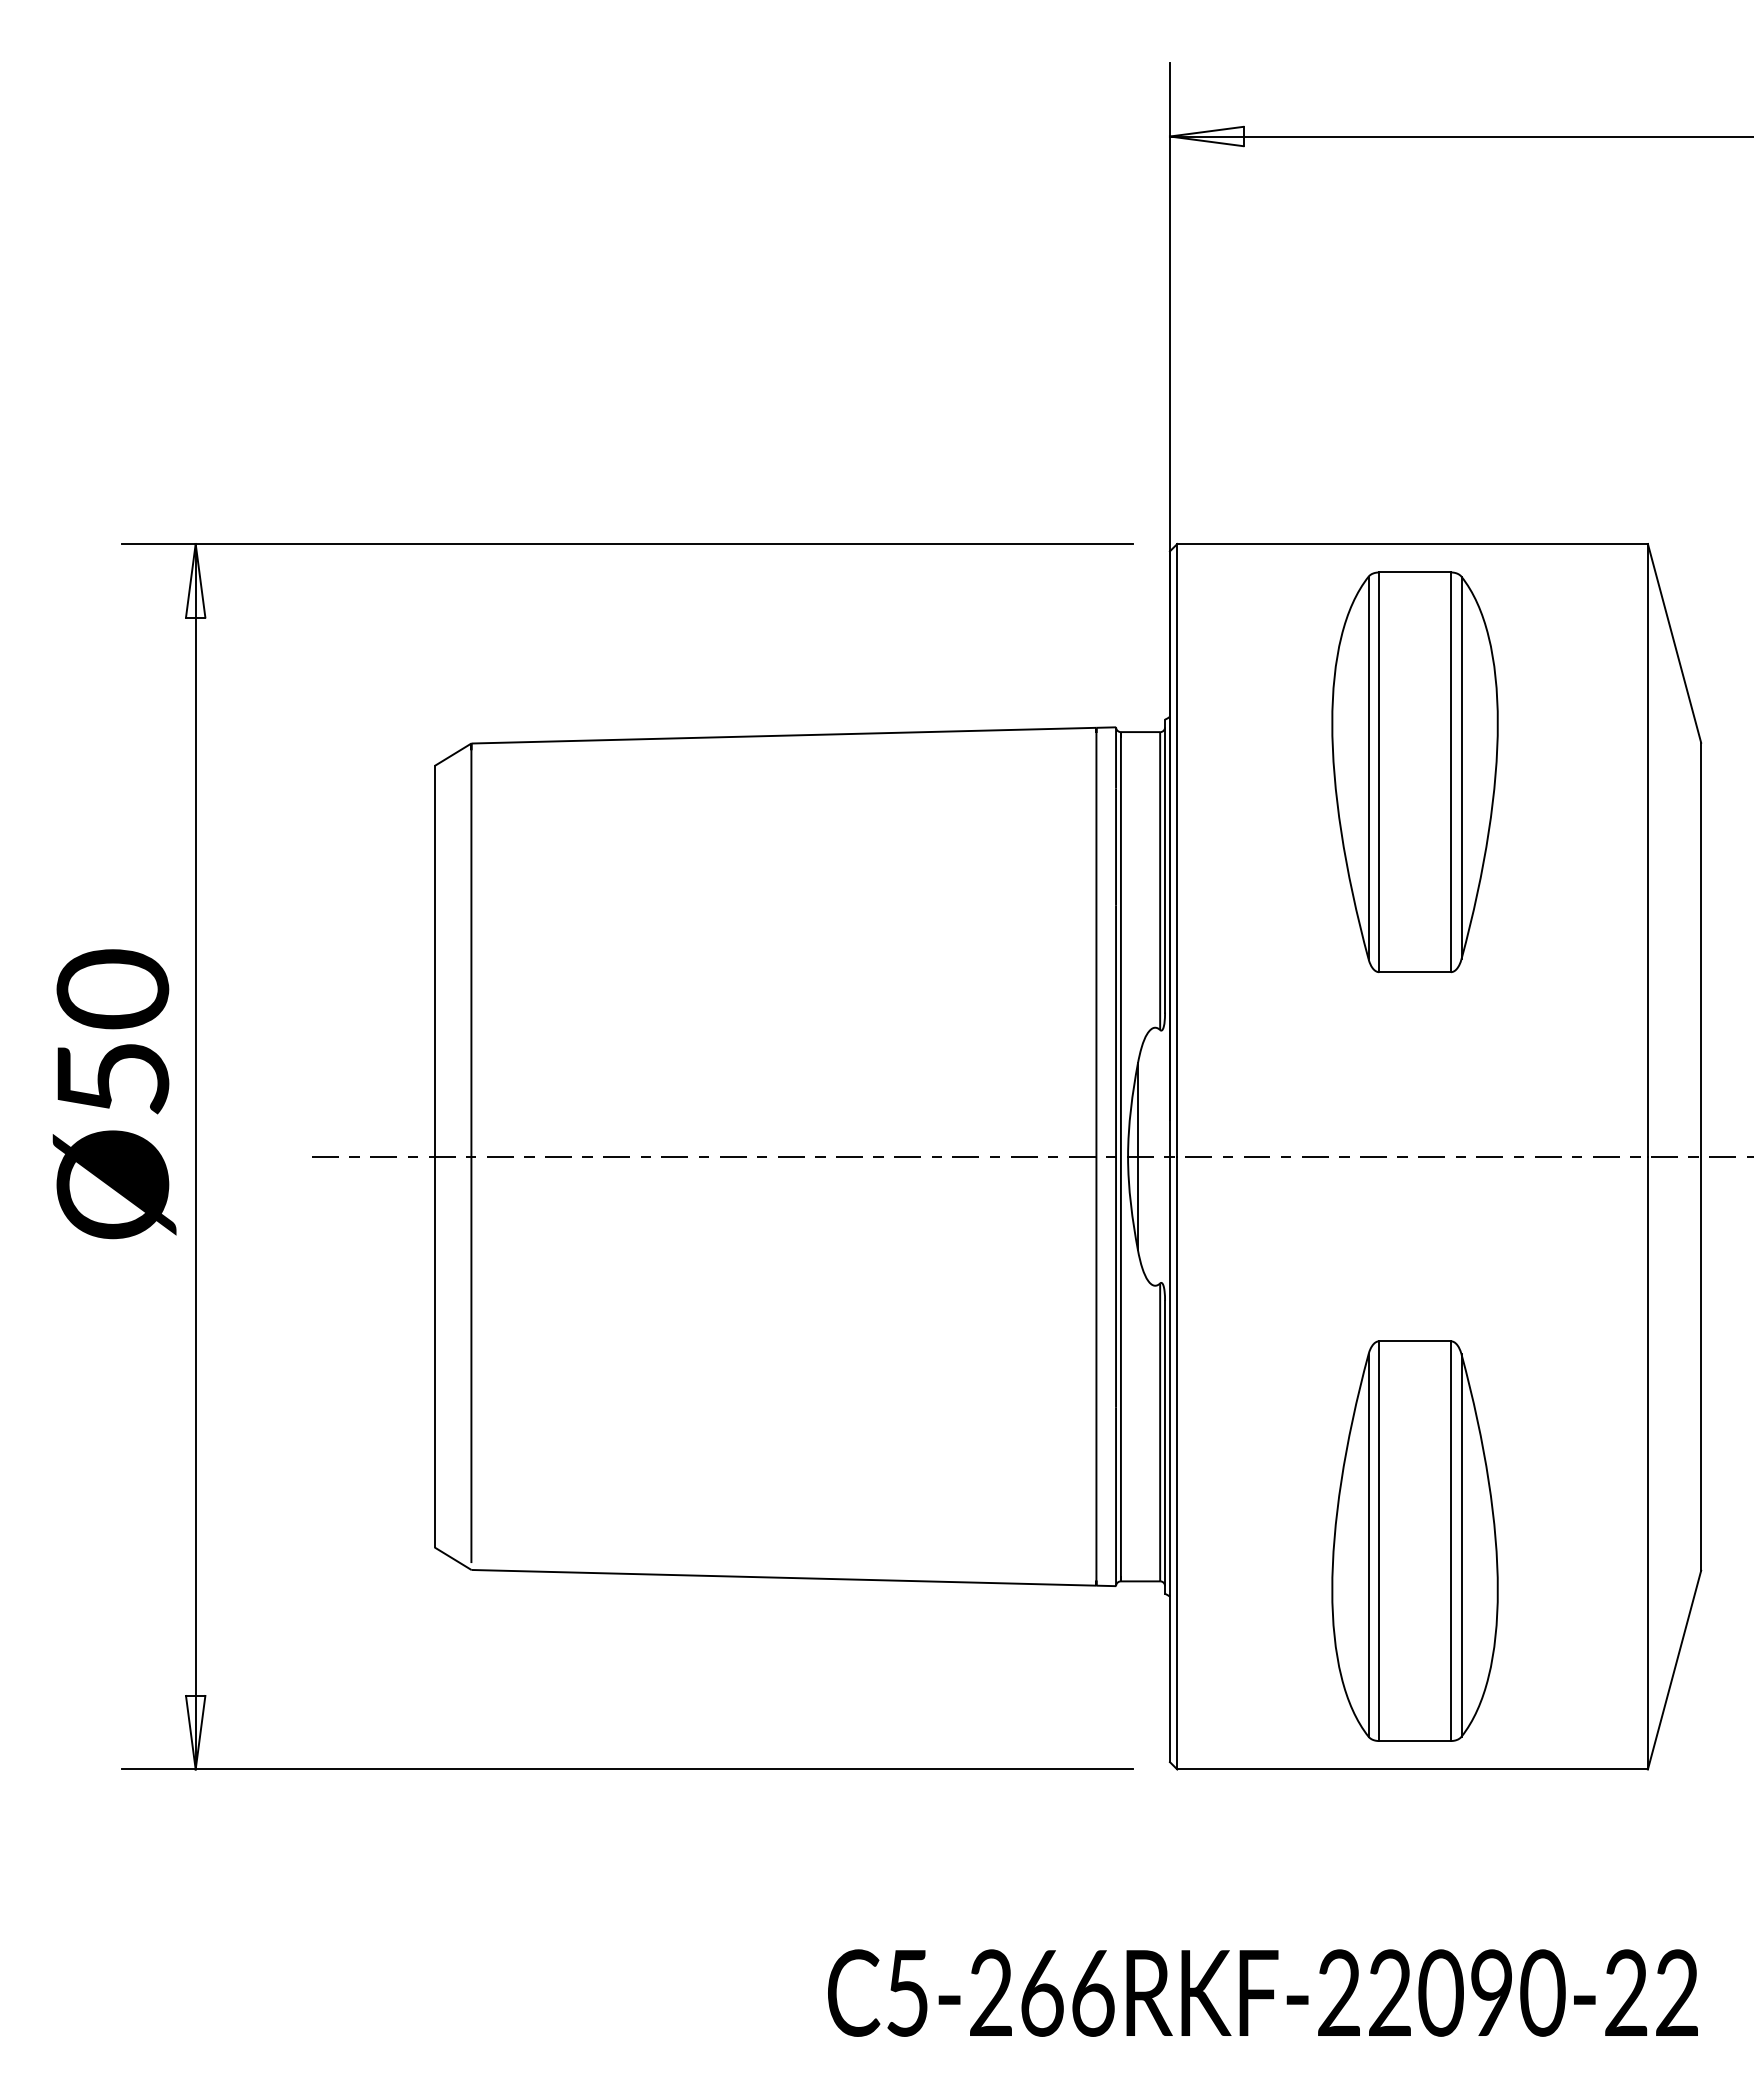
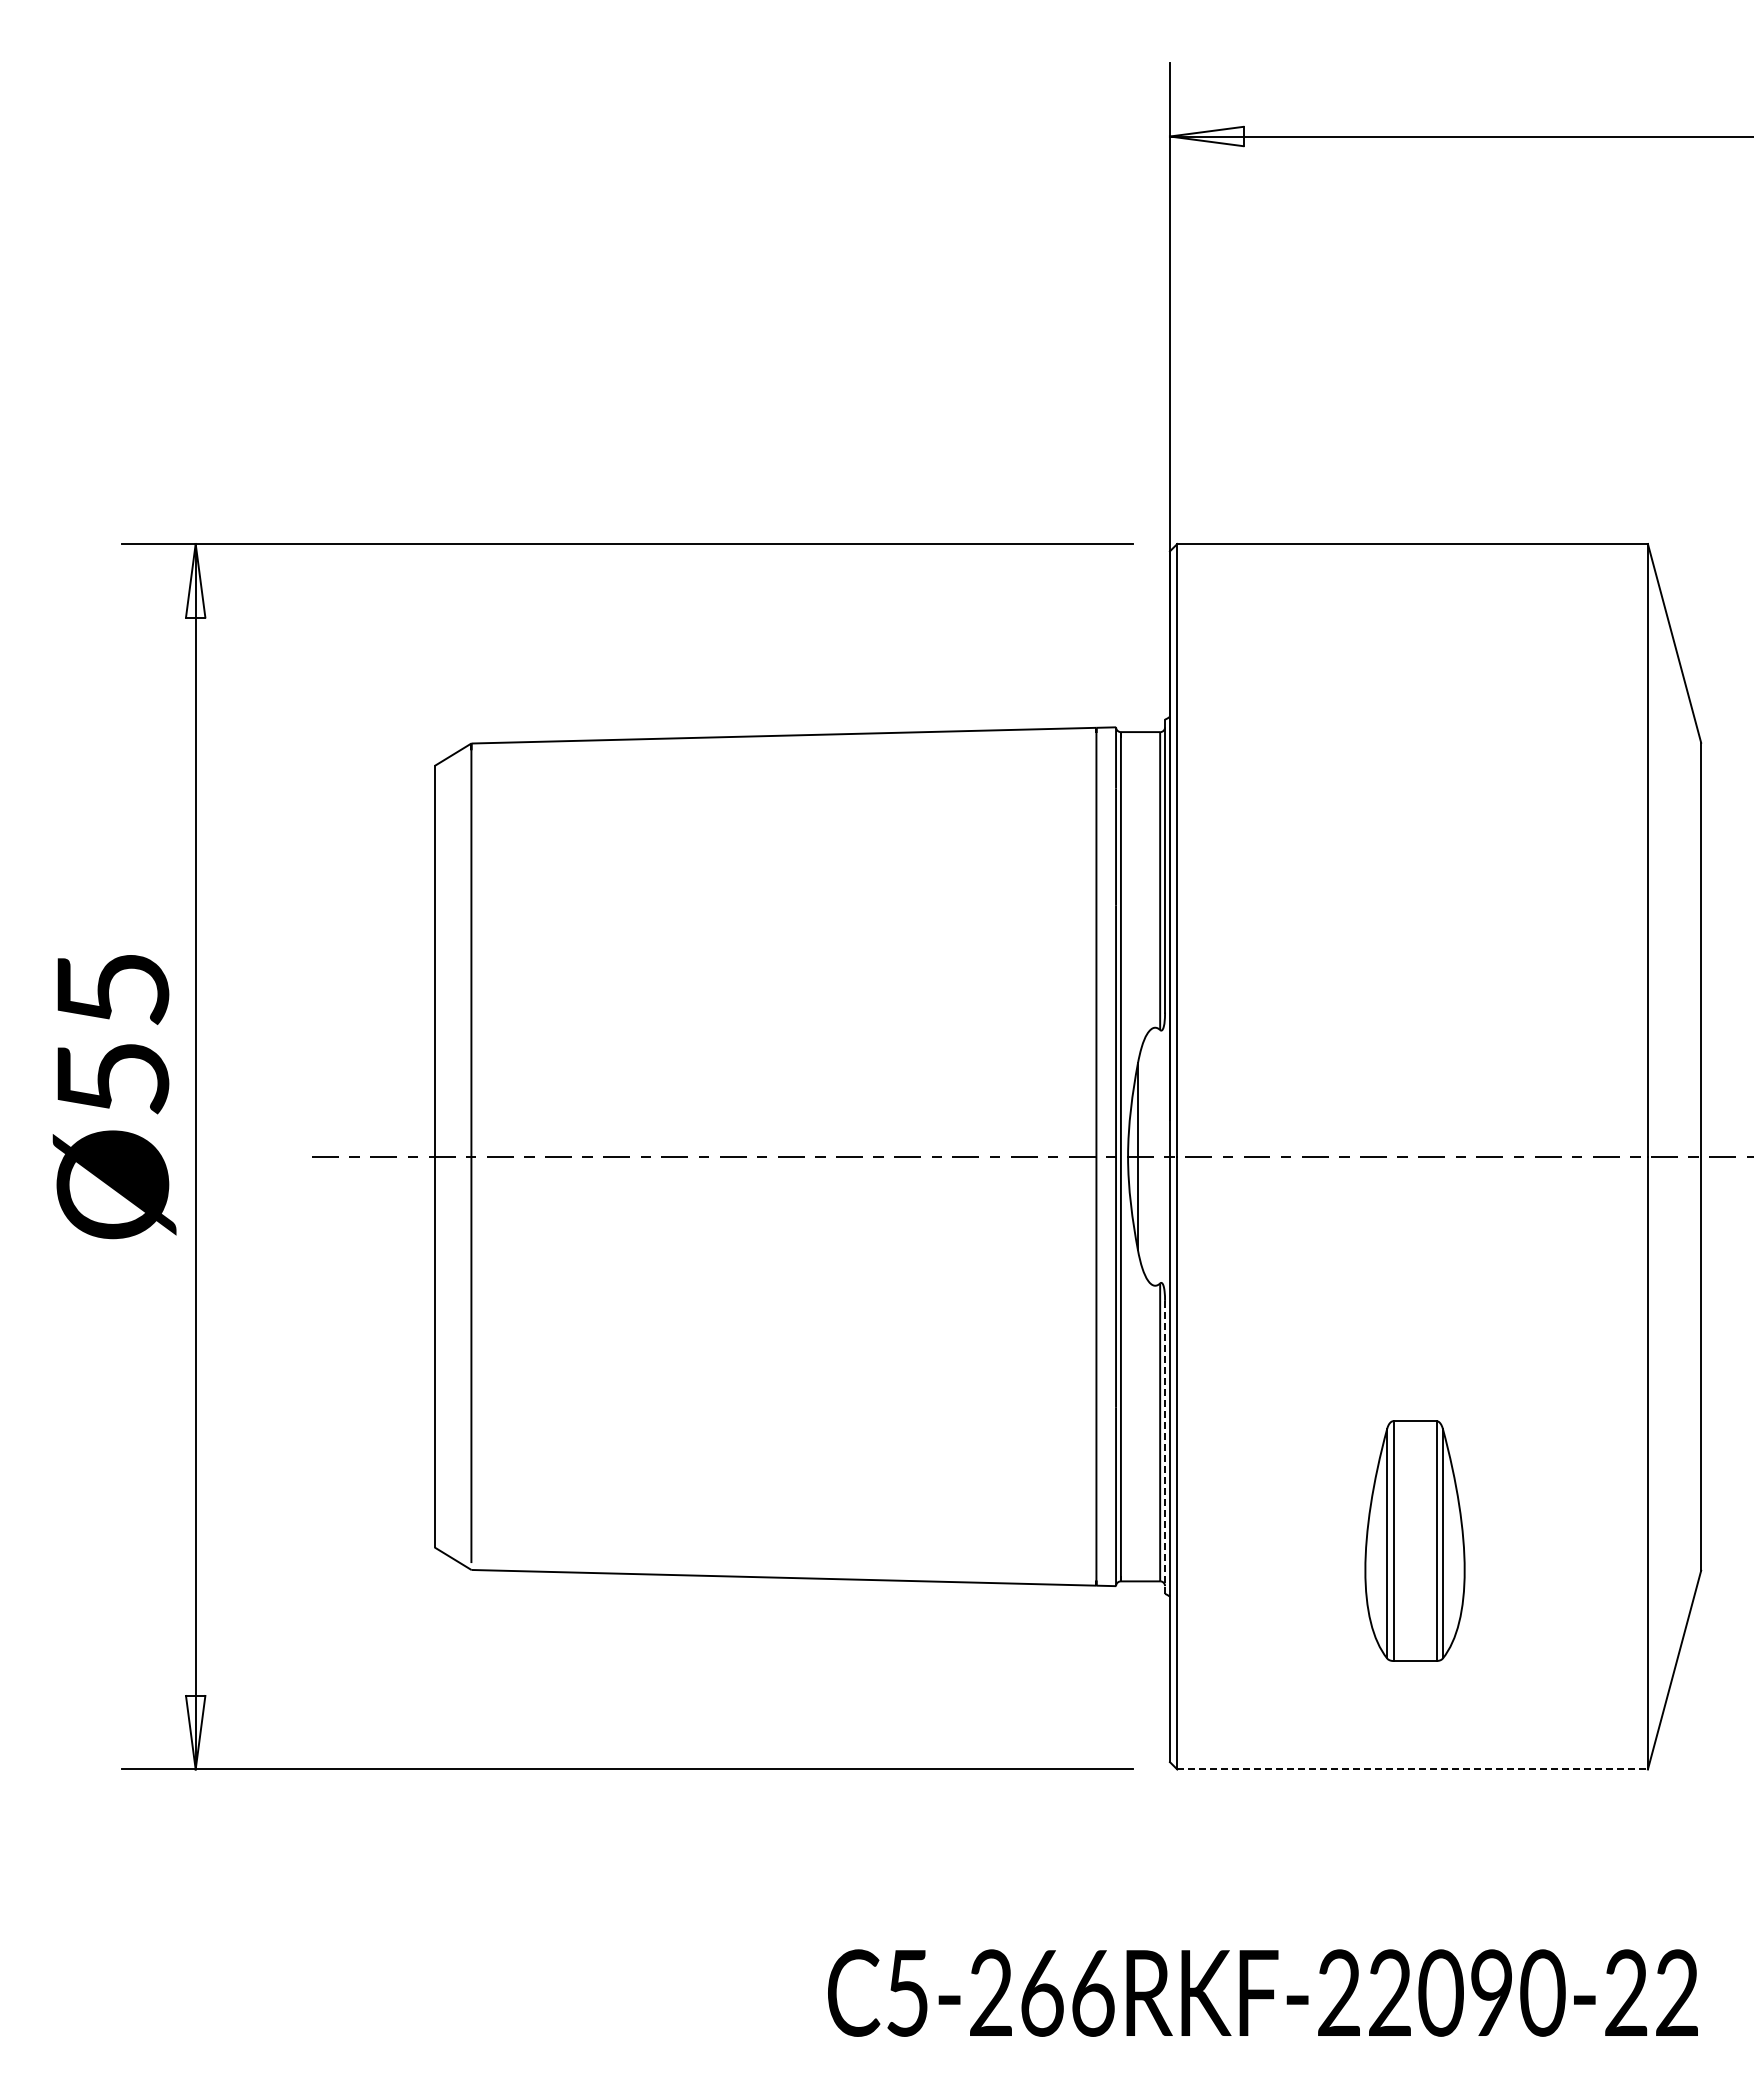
part at (1414, 772): present -> none
text at (112, 989): Ø50 -> Ø55
line at (1165, 1447): solid -> dashed
part at (1414, 1540) size: 168x402 px -> 102x242 px
line at (1413, 1769): solid -> dashed
